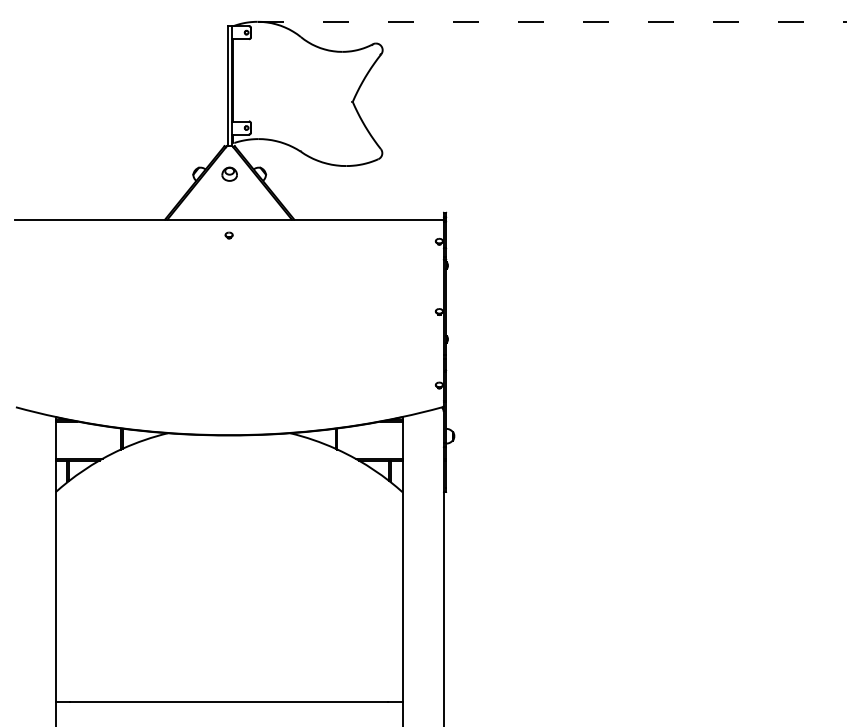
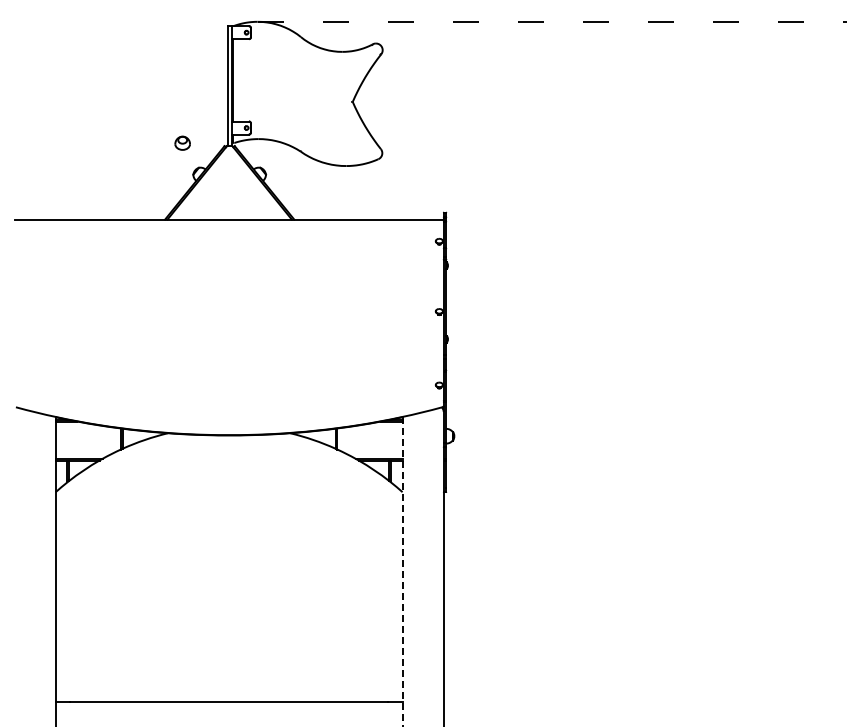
part at (229, 173) position: (229, 173) -> (182, 142)
part at (228, 235): present -> none
line at (402, 571): solid -> dashed
